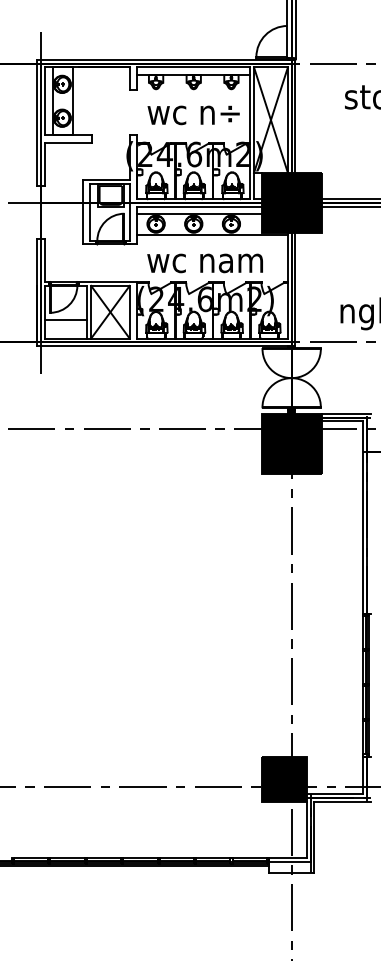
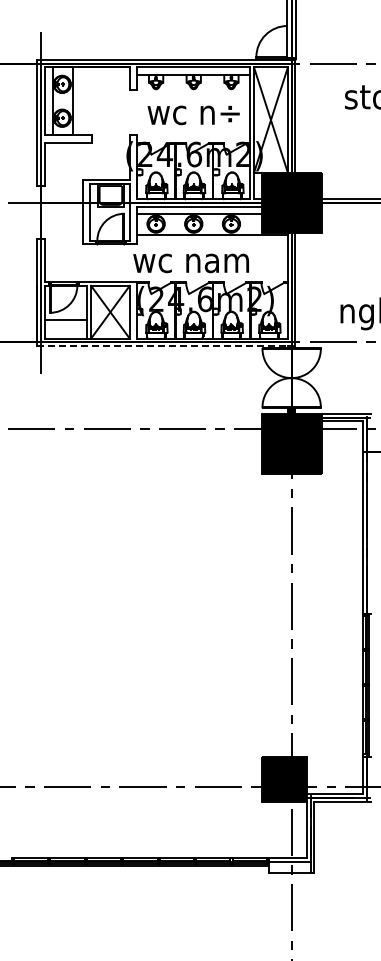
line at (349, 206): present -> none
text at (204, 263) position: (204, 263) -> (190, 263)
line at (166, 346): solid -> dashed
